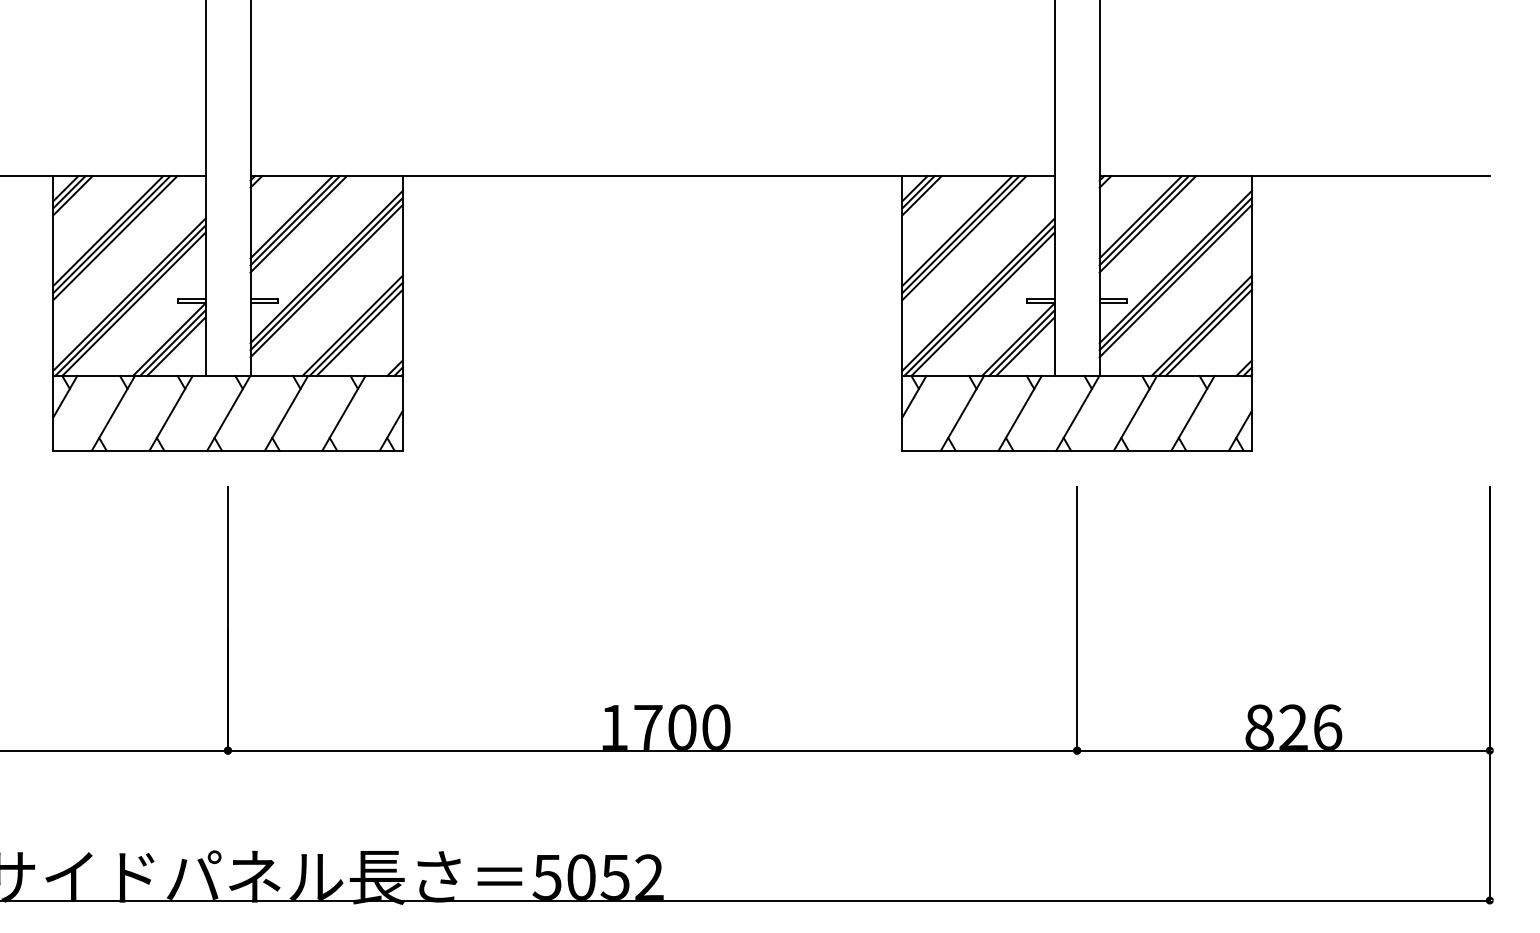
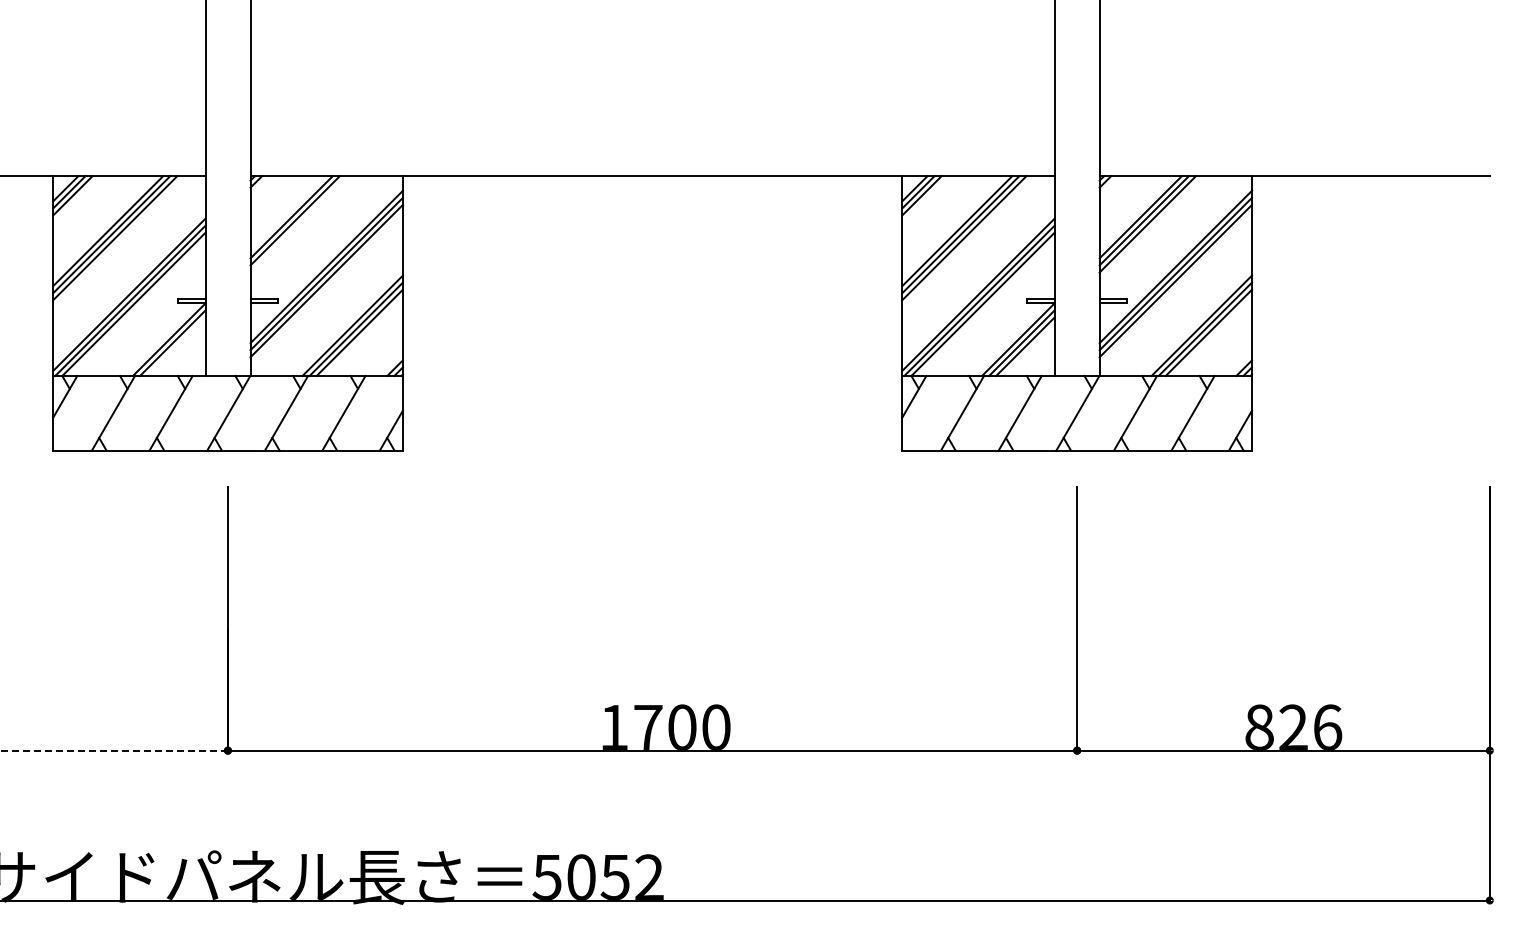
line at (298, 224): present -> none
line at (176, 346): present -> none
line at (114, 750): solid -> dashed
